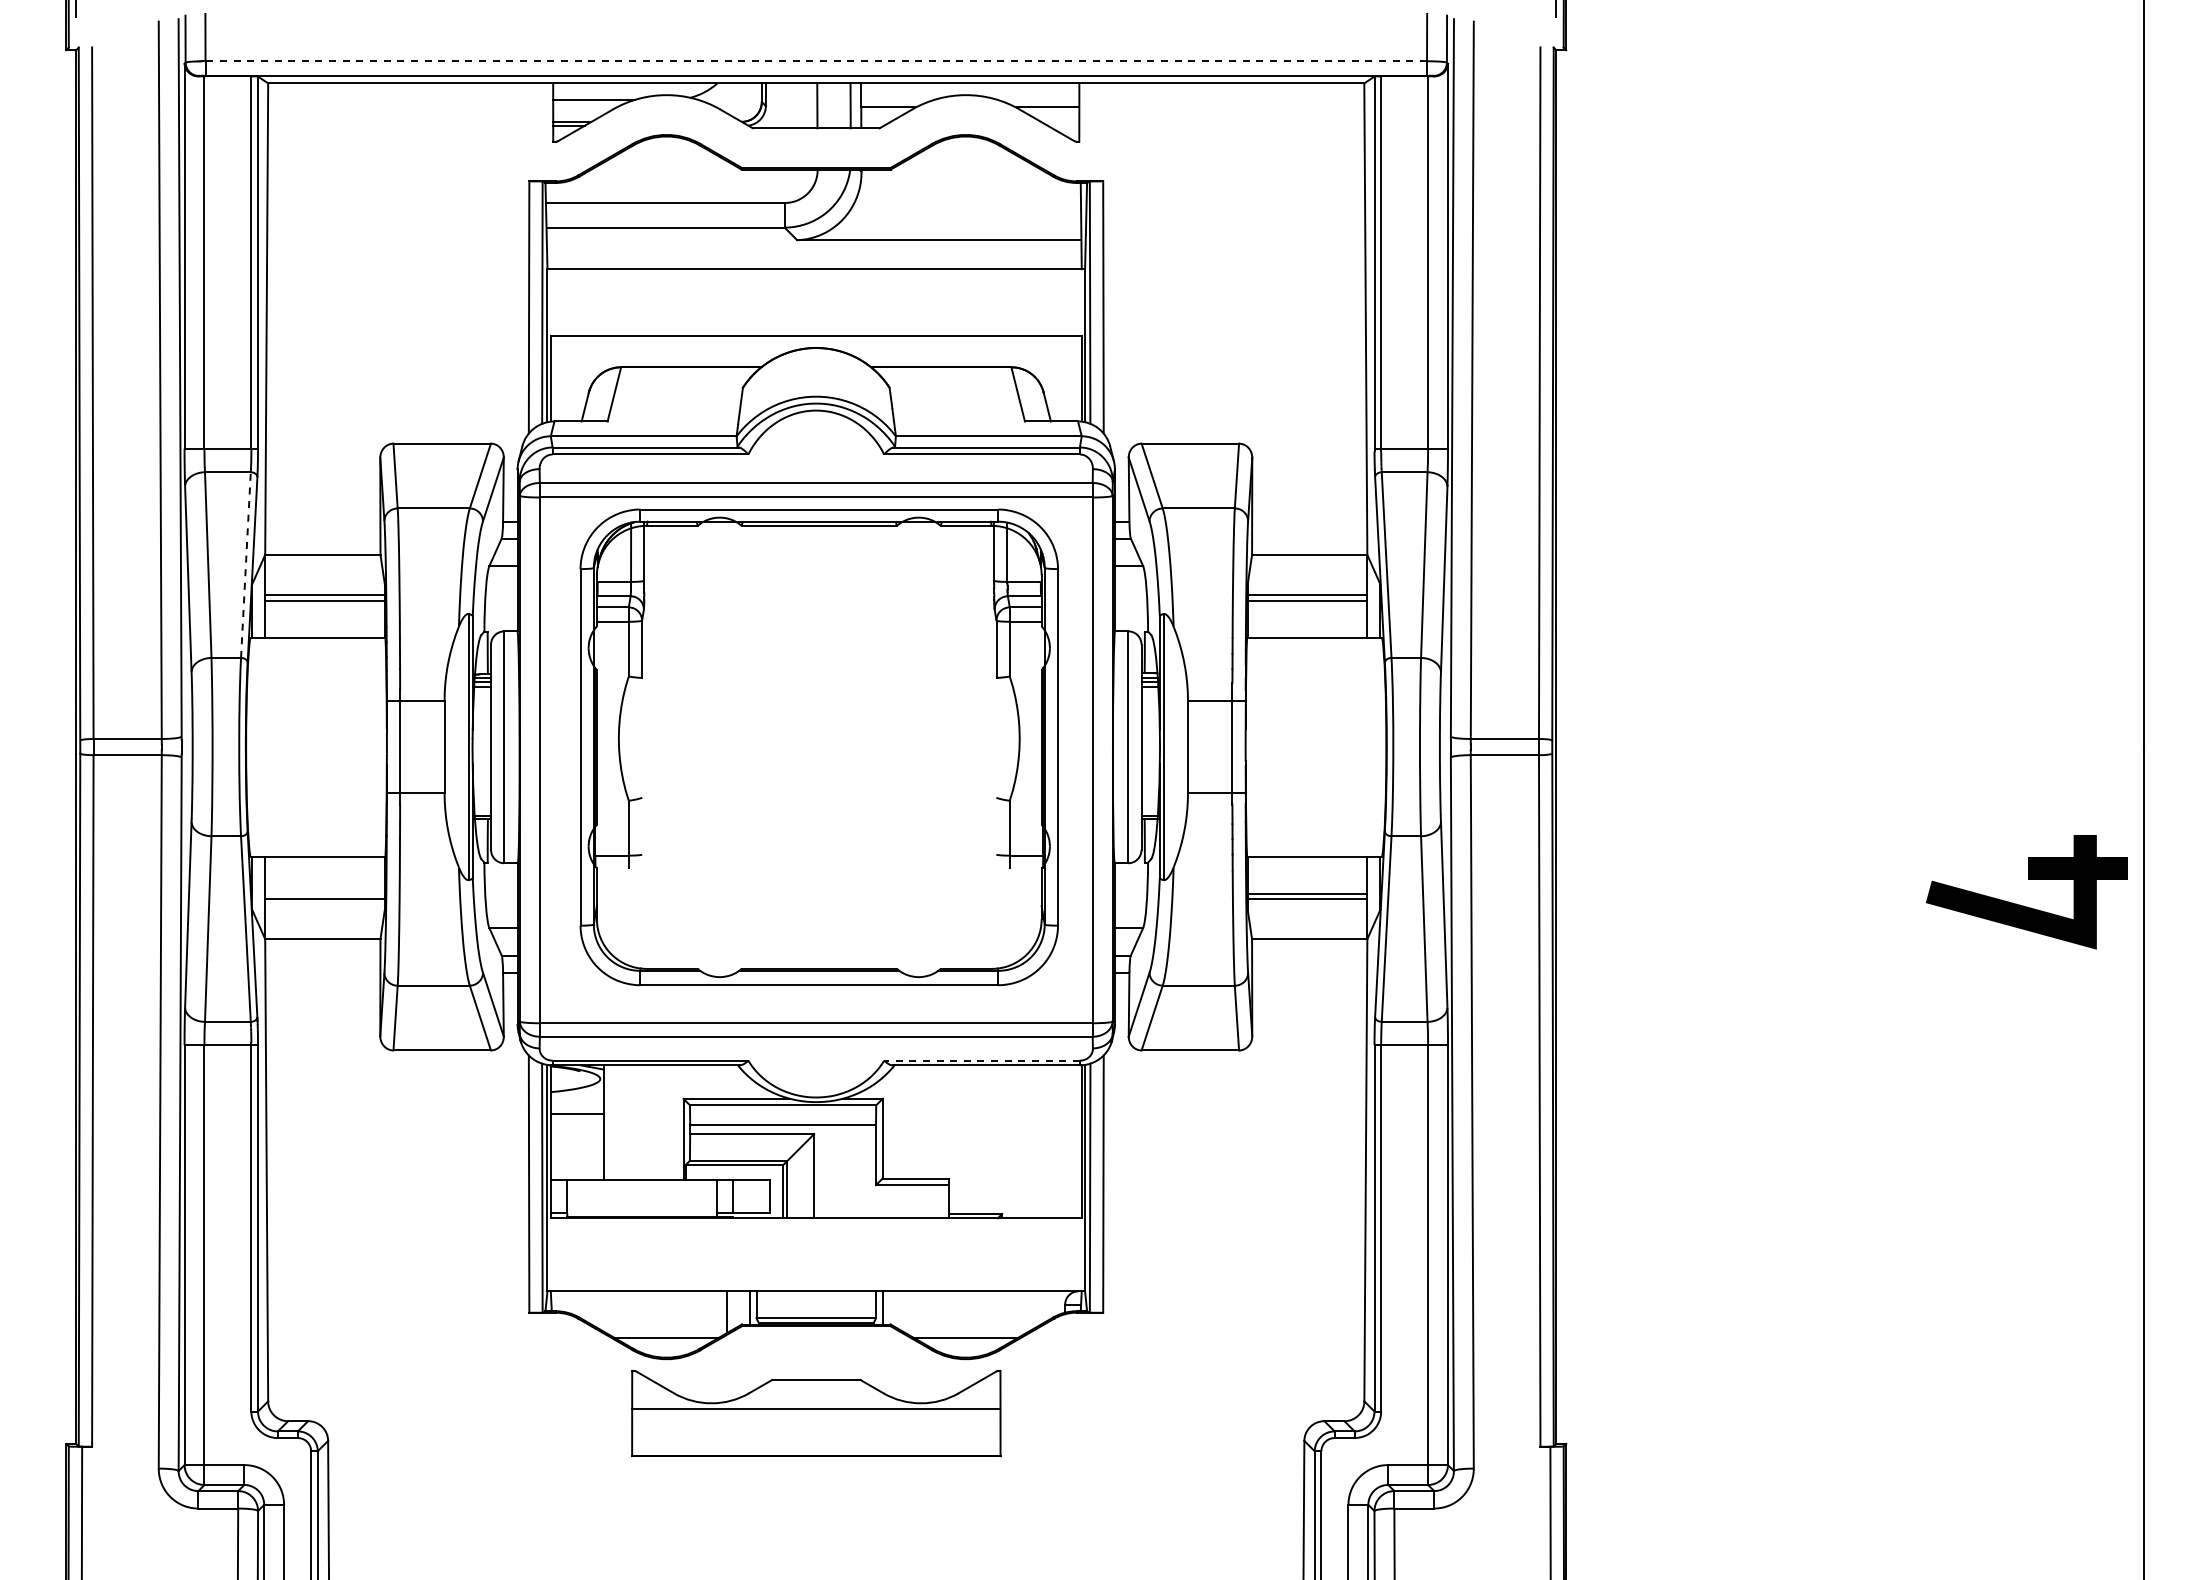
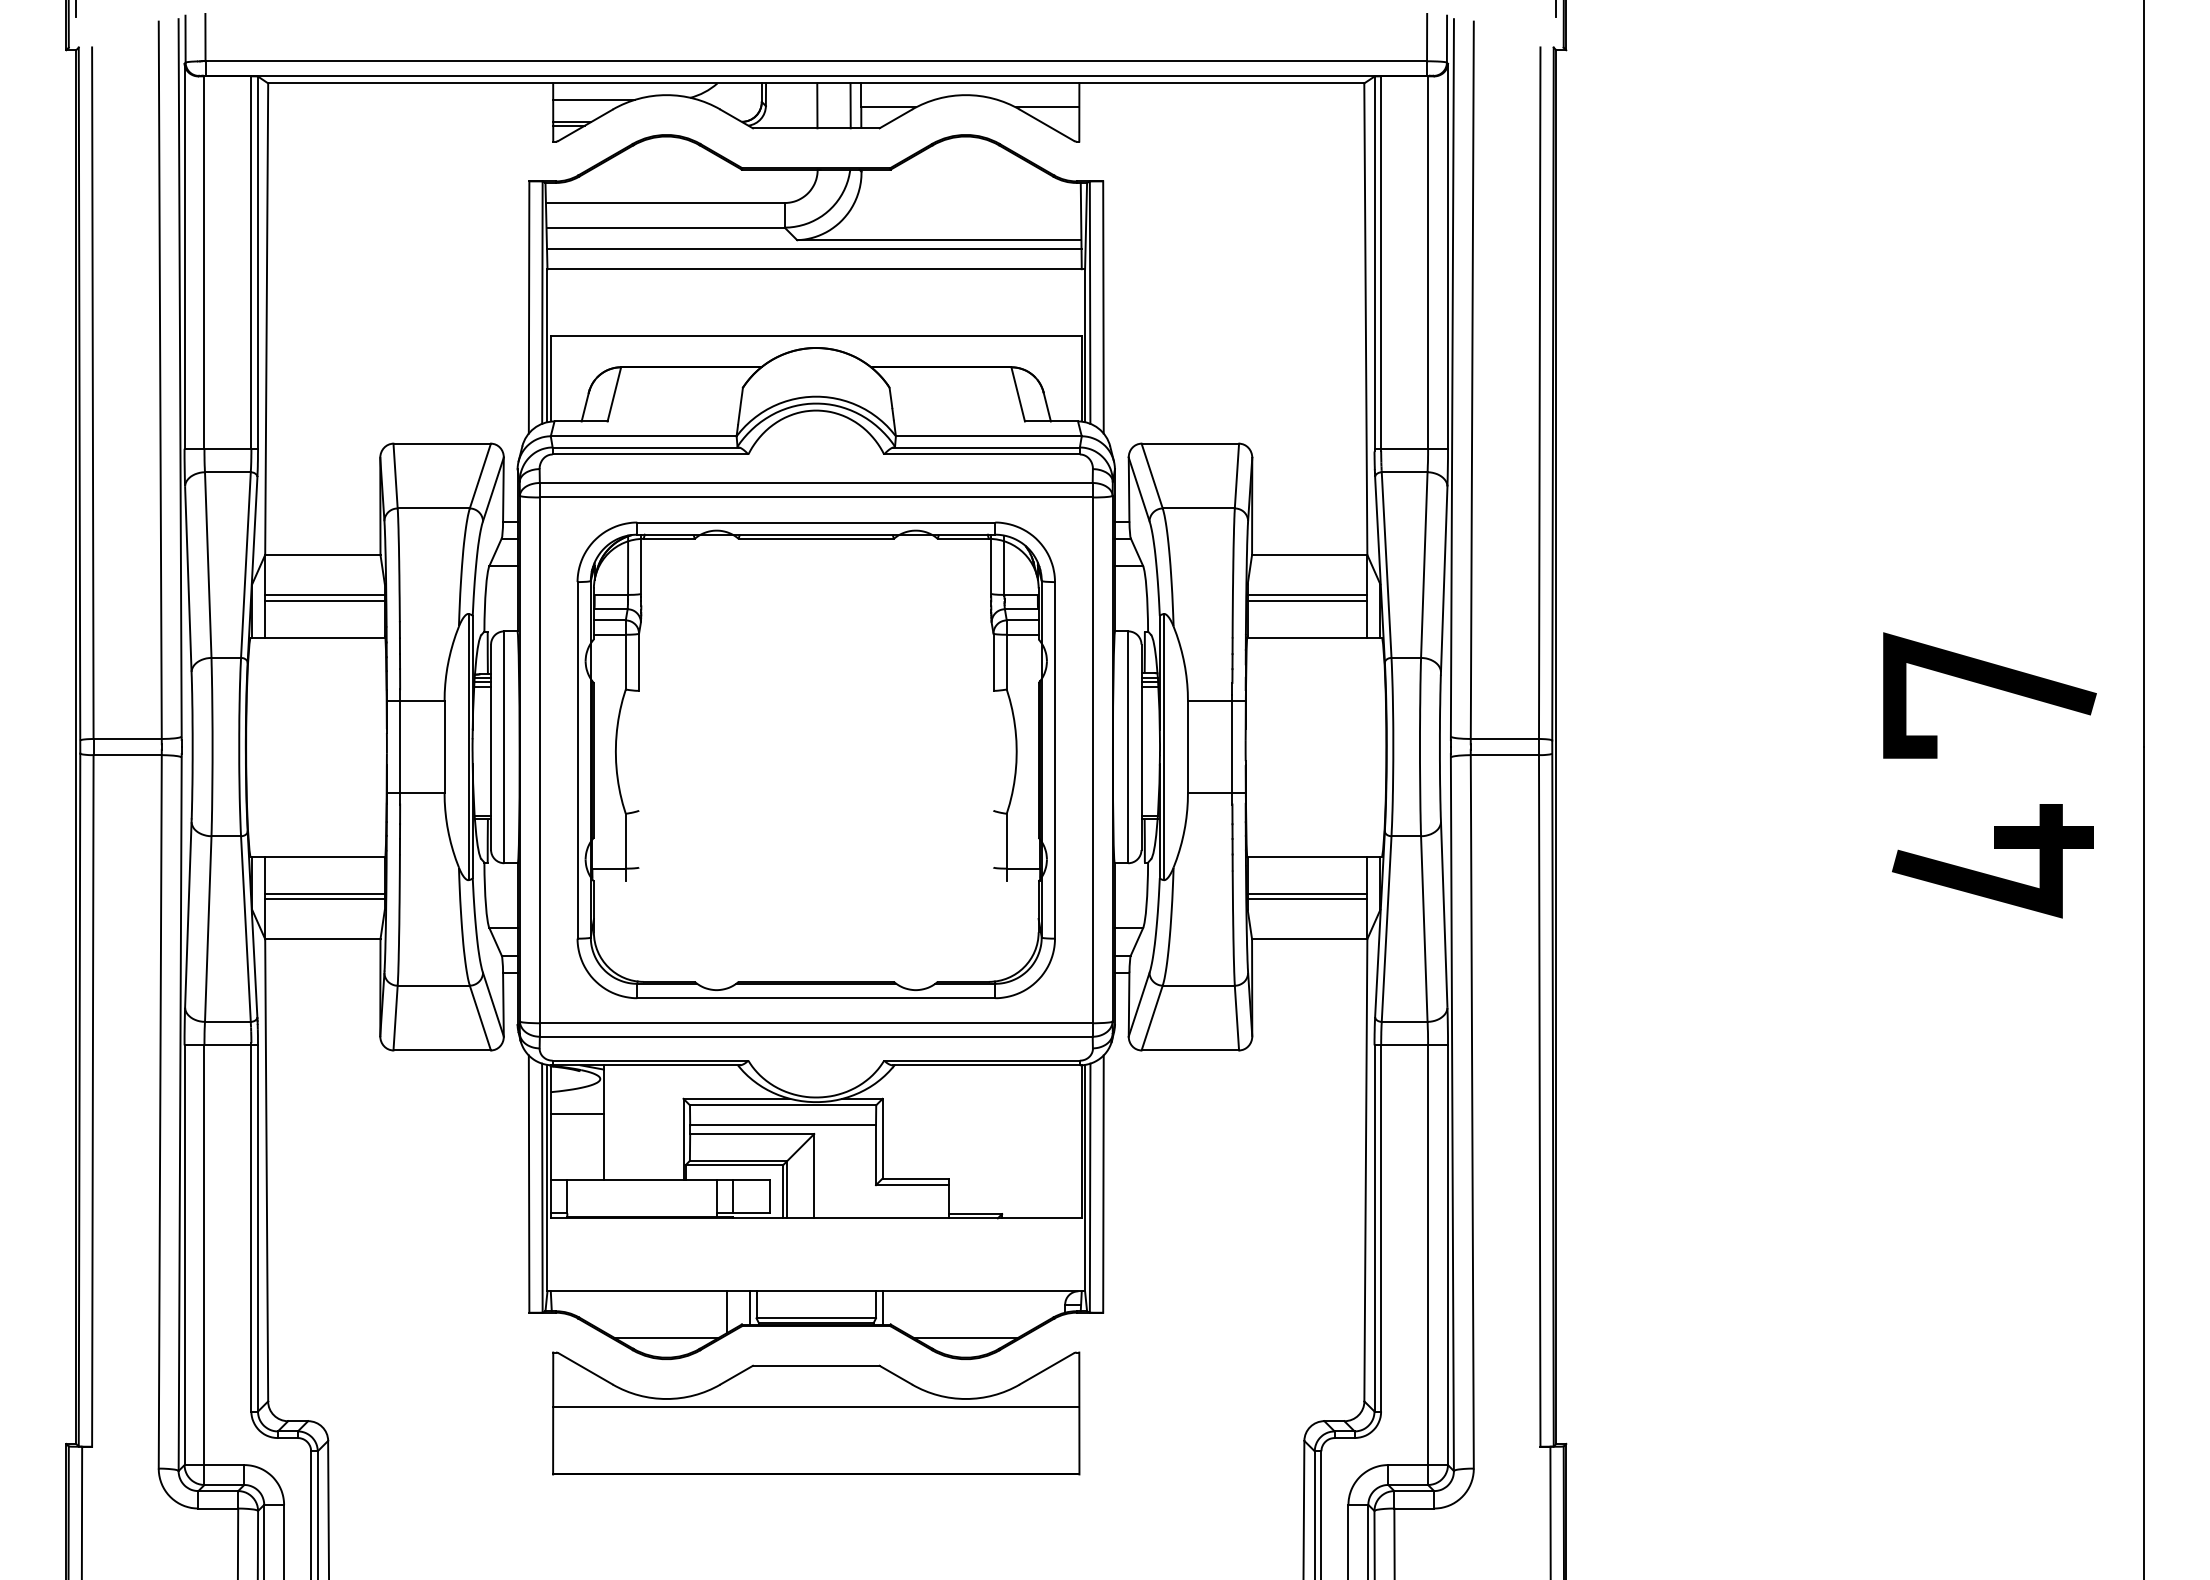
line at (815, 61): dashed -> solid
line at (814, 248): none -> present
line at (245, 565): dashed -> solid
line at (1991, 687): none -> present
part at (818, 747) position: (818, 747) -> (815, 760)
part at (2028, 879) position: (2028, 879) -> (1994, 848)
line at (324, 893): none -> present
line at (982, 1060): dashed -> solid
part at (816, 1413) size: 371x89 px -> 529x125 px
